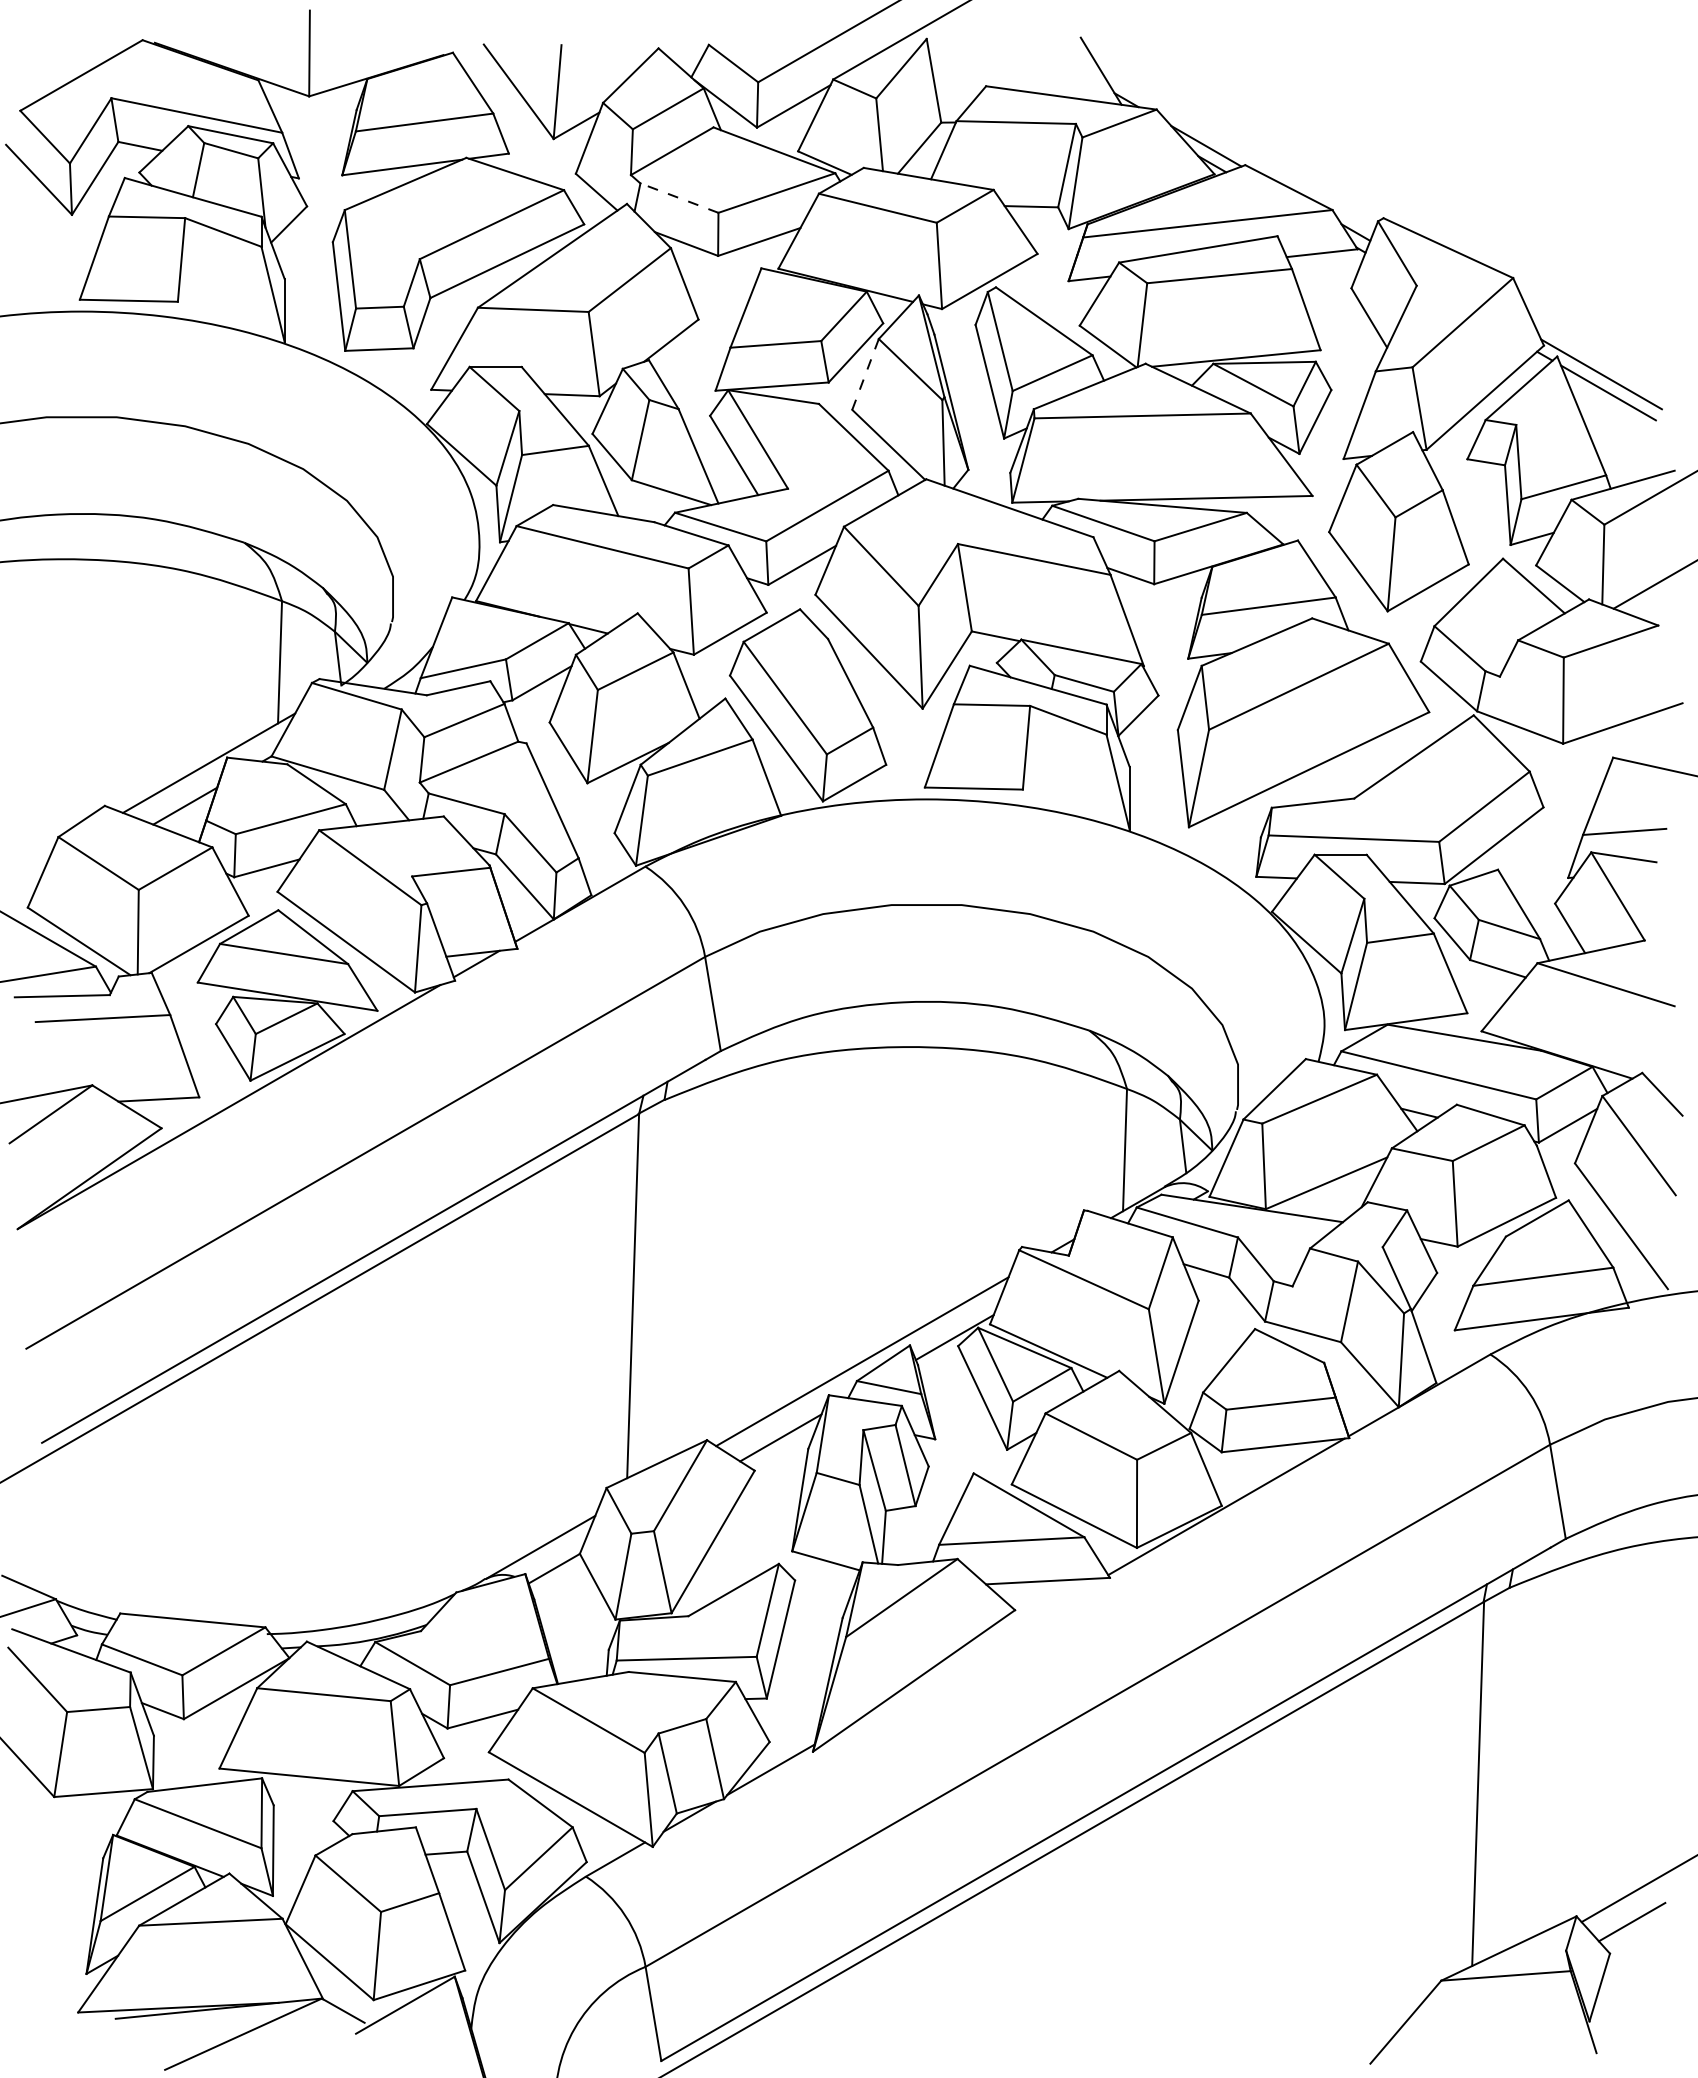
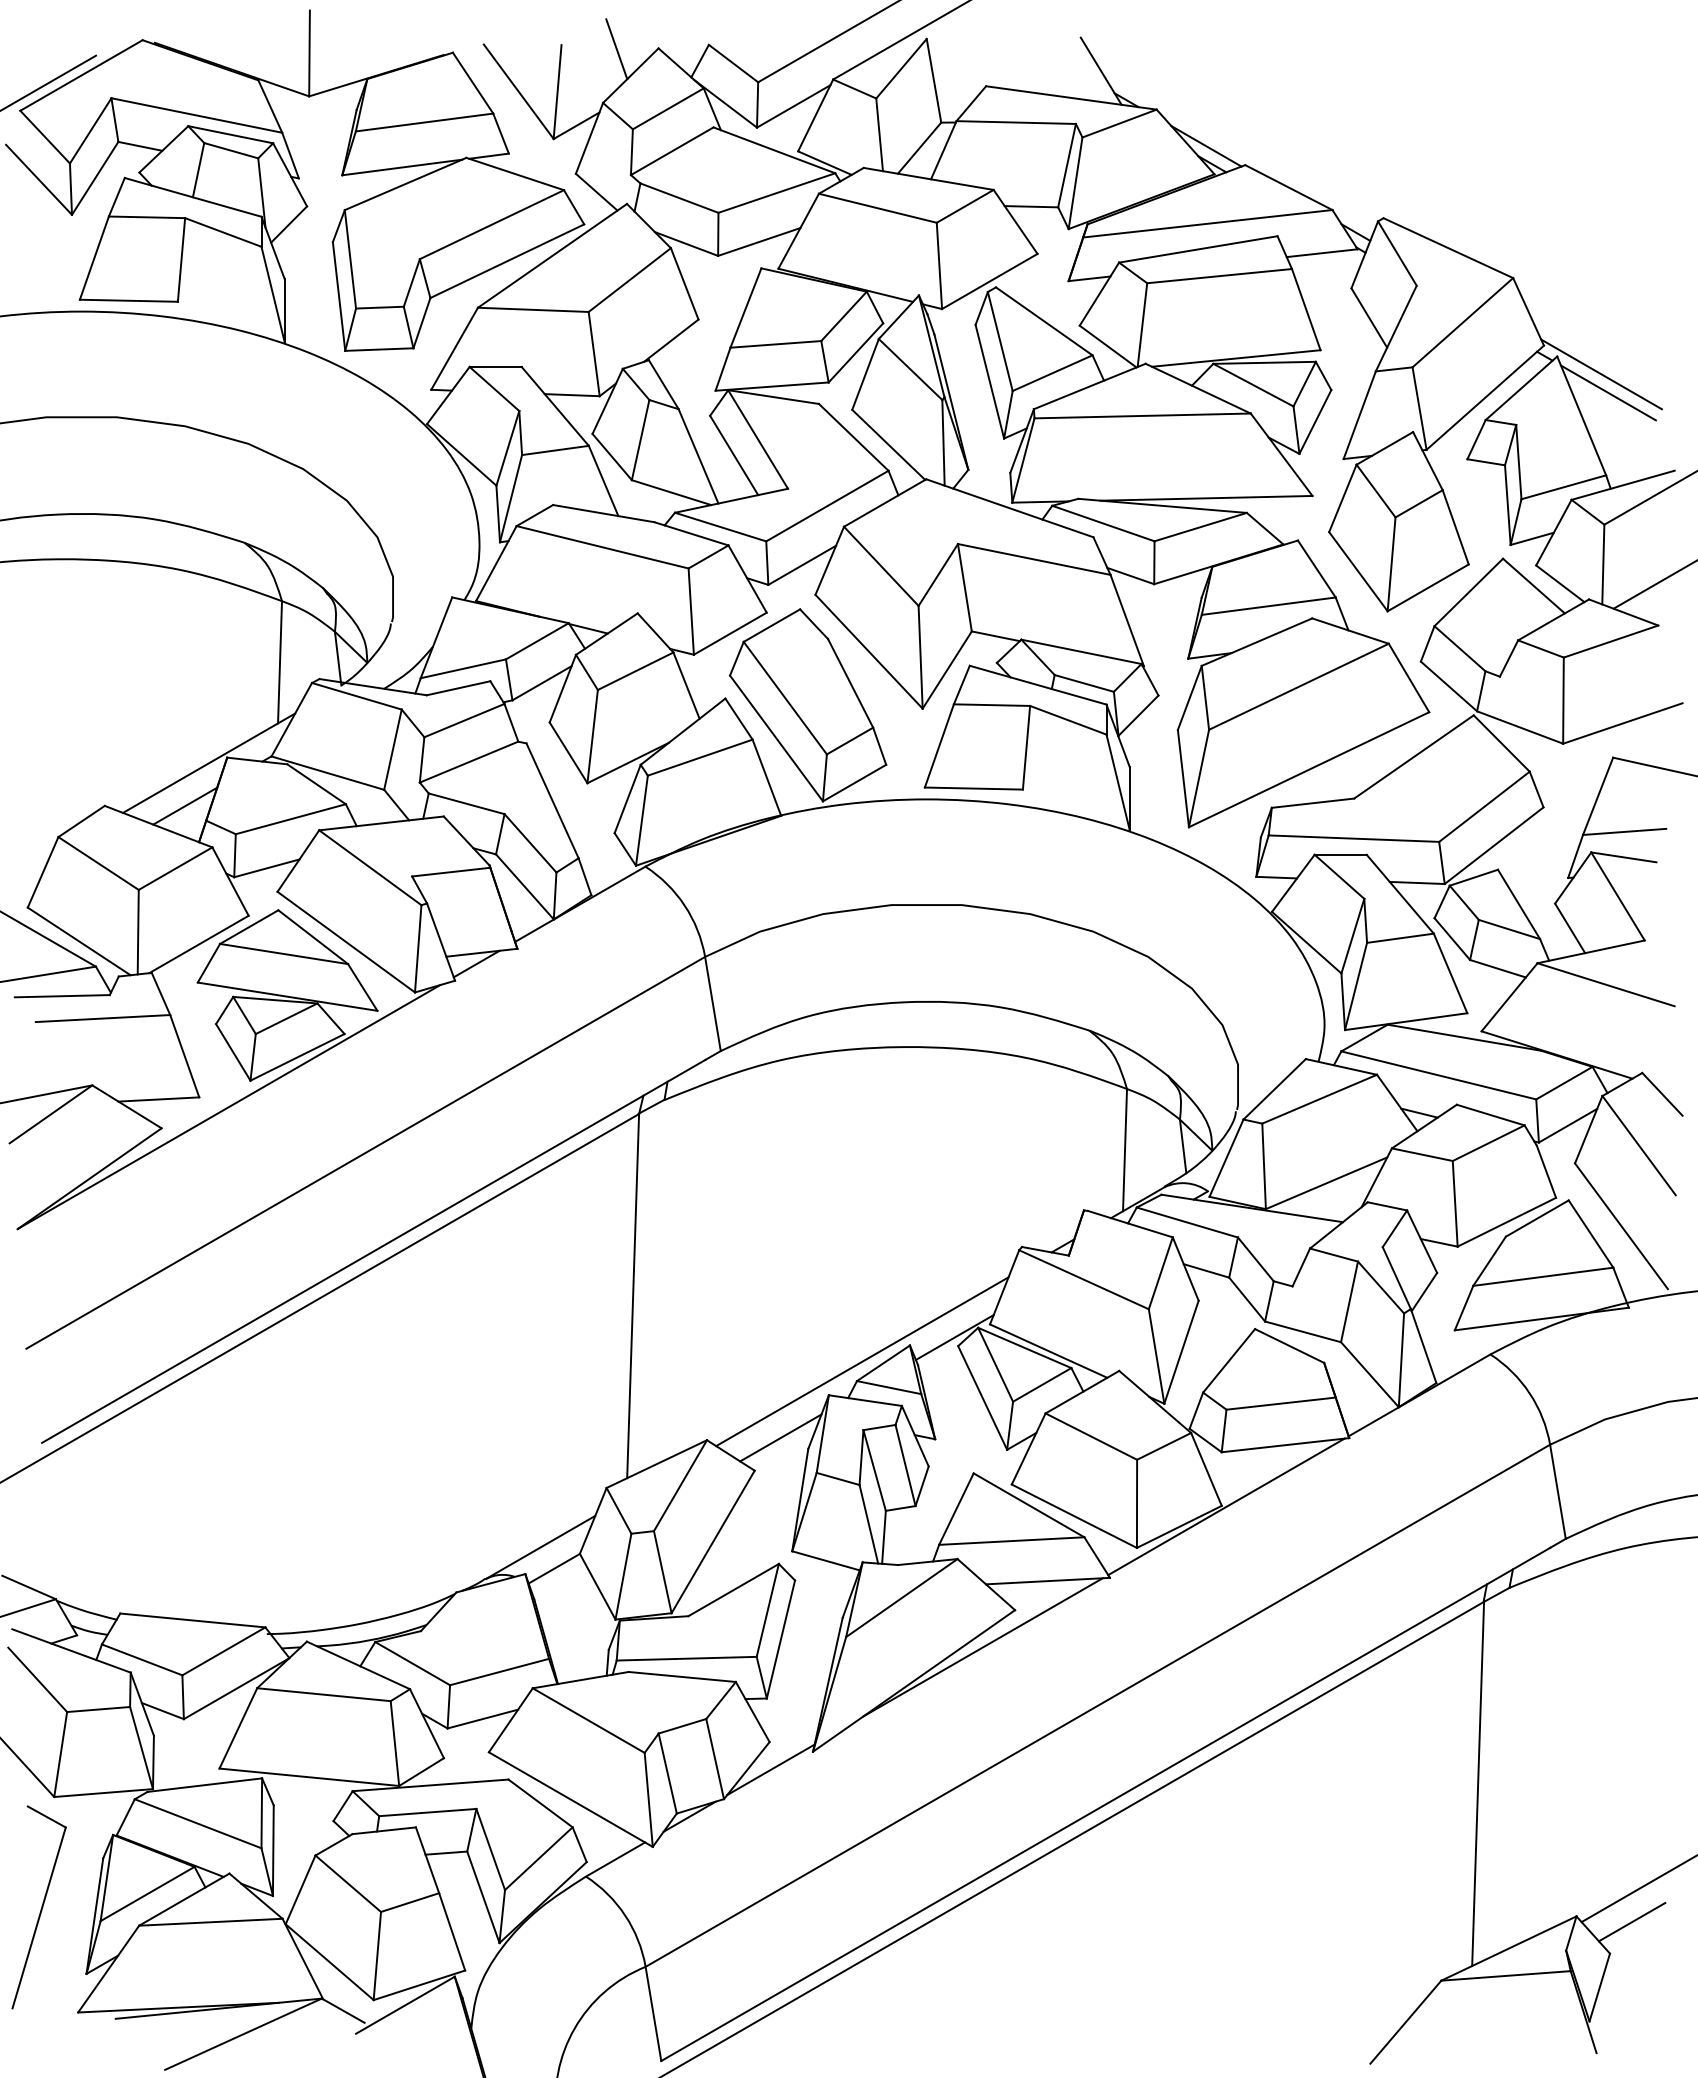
line at (616, 49): none -> present
line at (49, 82): none -> present
line at (679, 198): dashed -> solid
line at (865, 374): dashed -> solid
line at (982, 1647): none -> present
part at (38, 1907): none -> present
